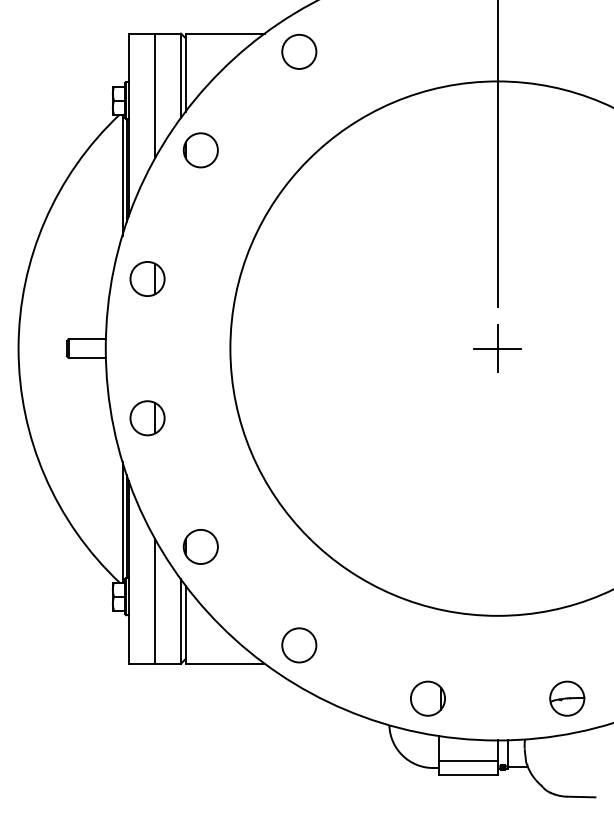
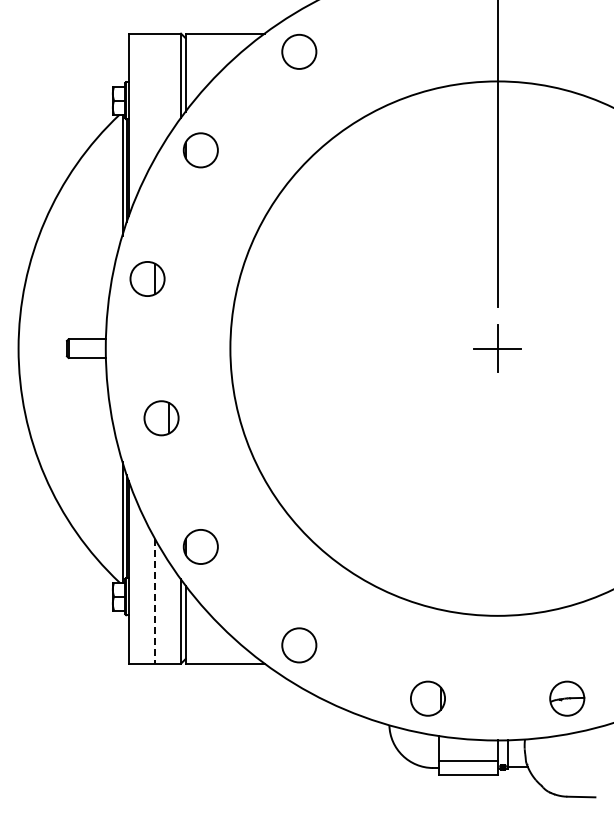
line at (155, 95): present -> none
part at (147, 418) position: (147, 418) -> (161, 418)
line at (155, 602): solid -> dashed
